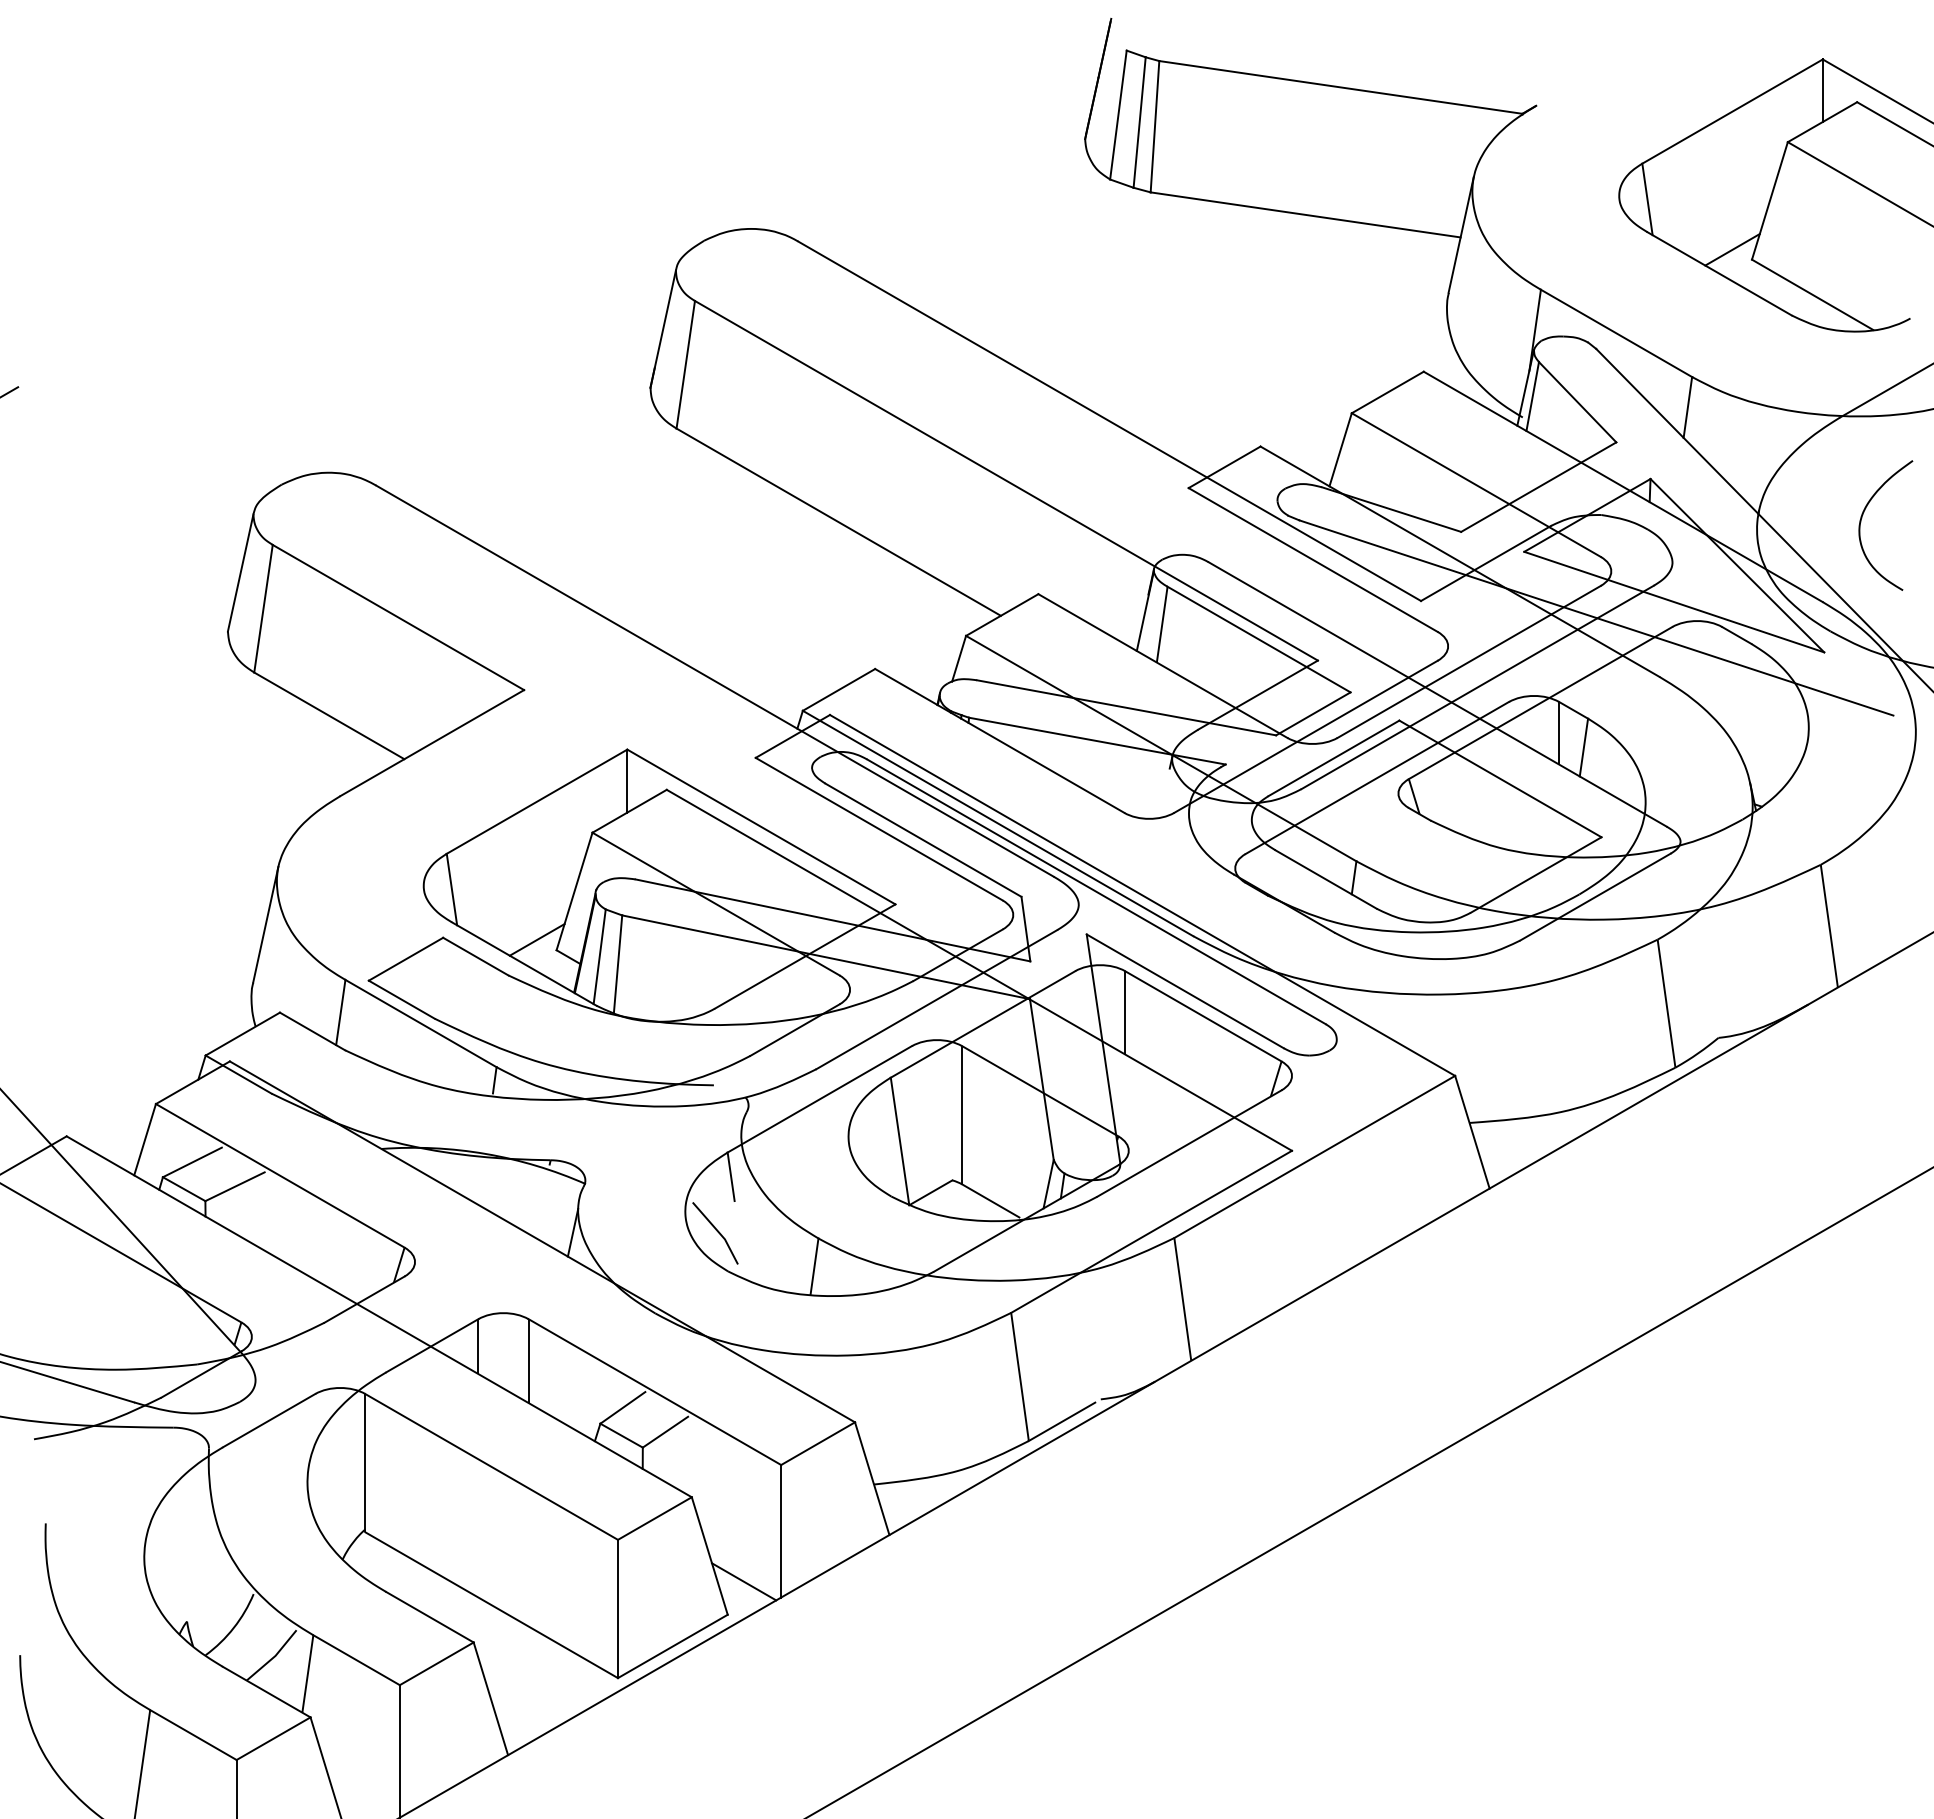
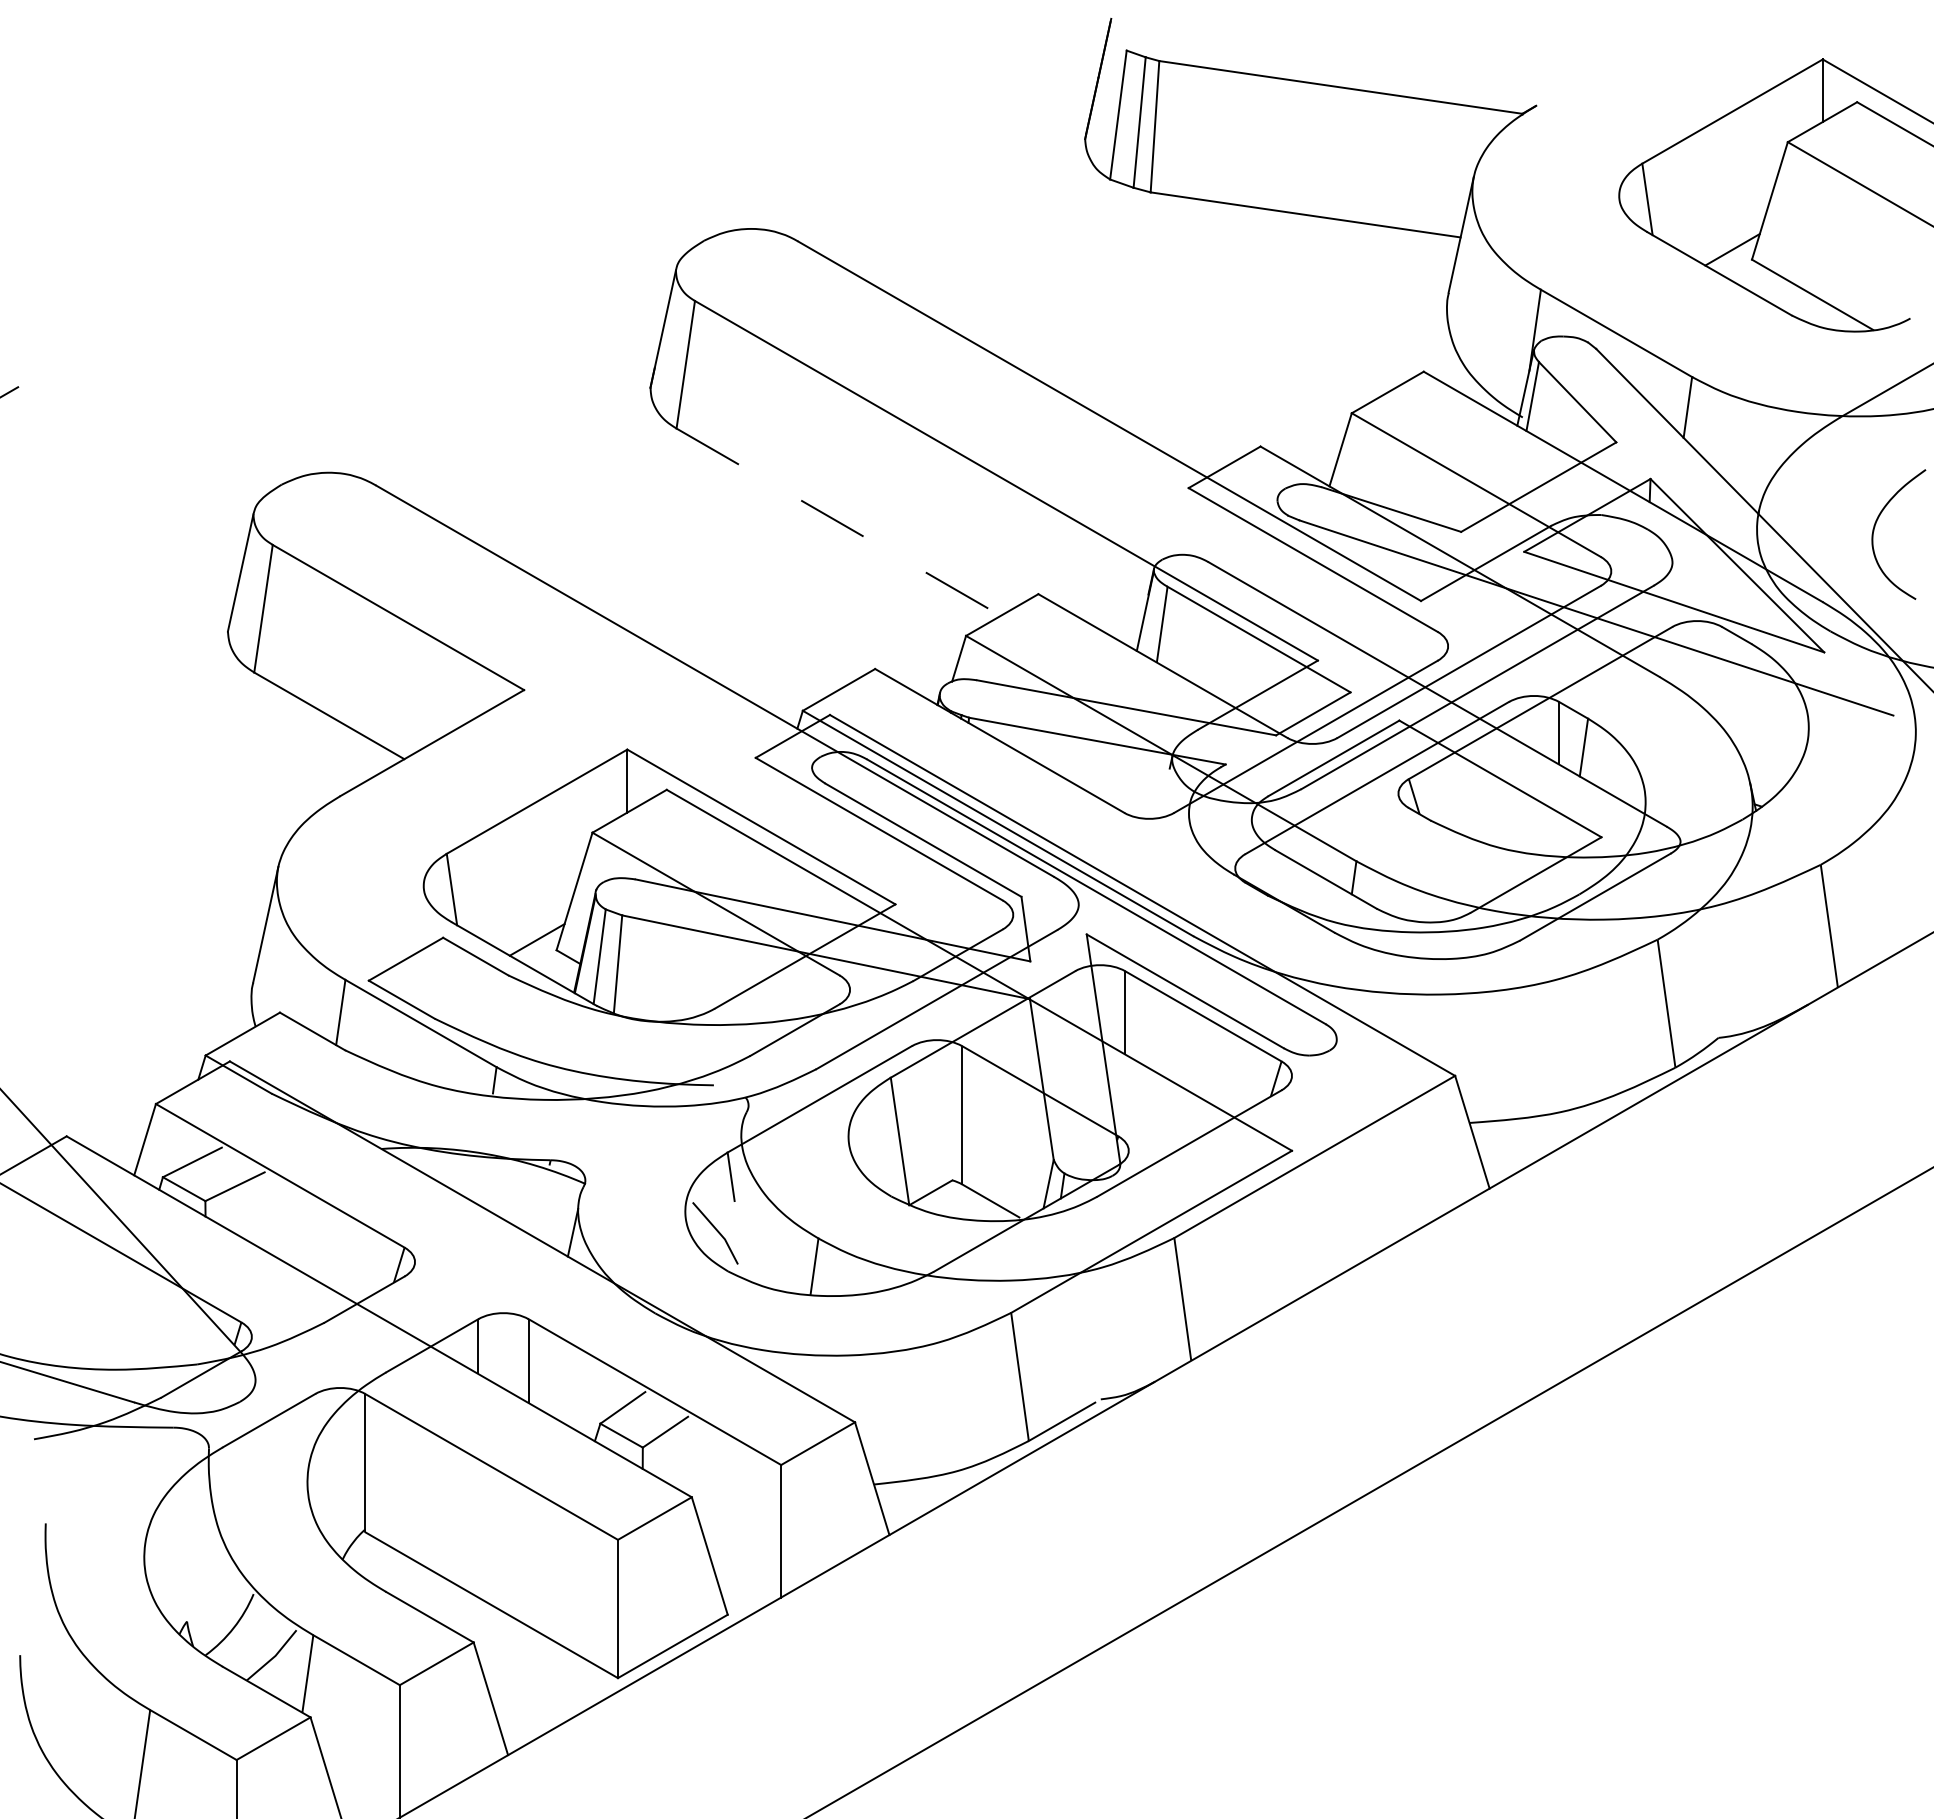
curve at (1862, 518) position: (1862, 518) -> (1875, 527)
line at (839, 522): solid -> dashed
line at (744, 1581): present -> none
